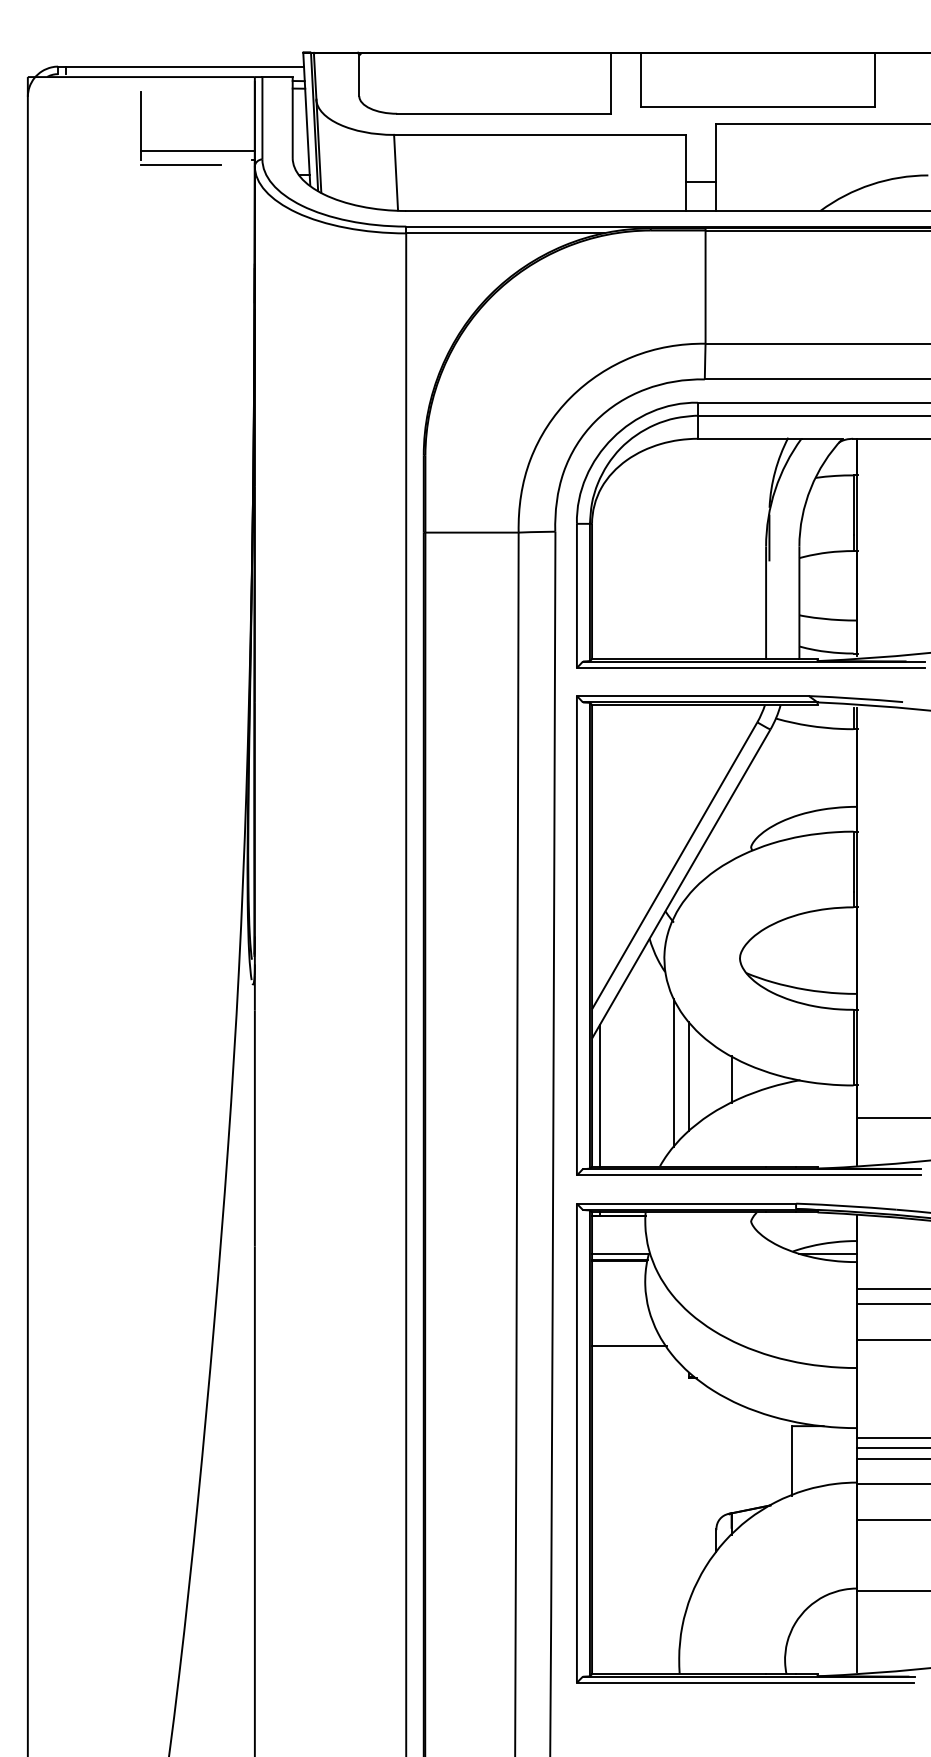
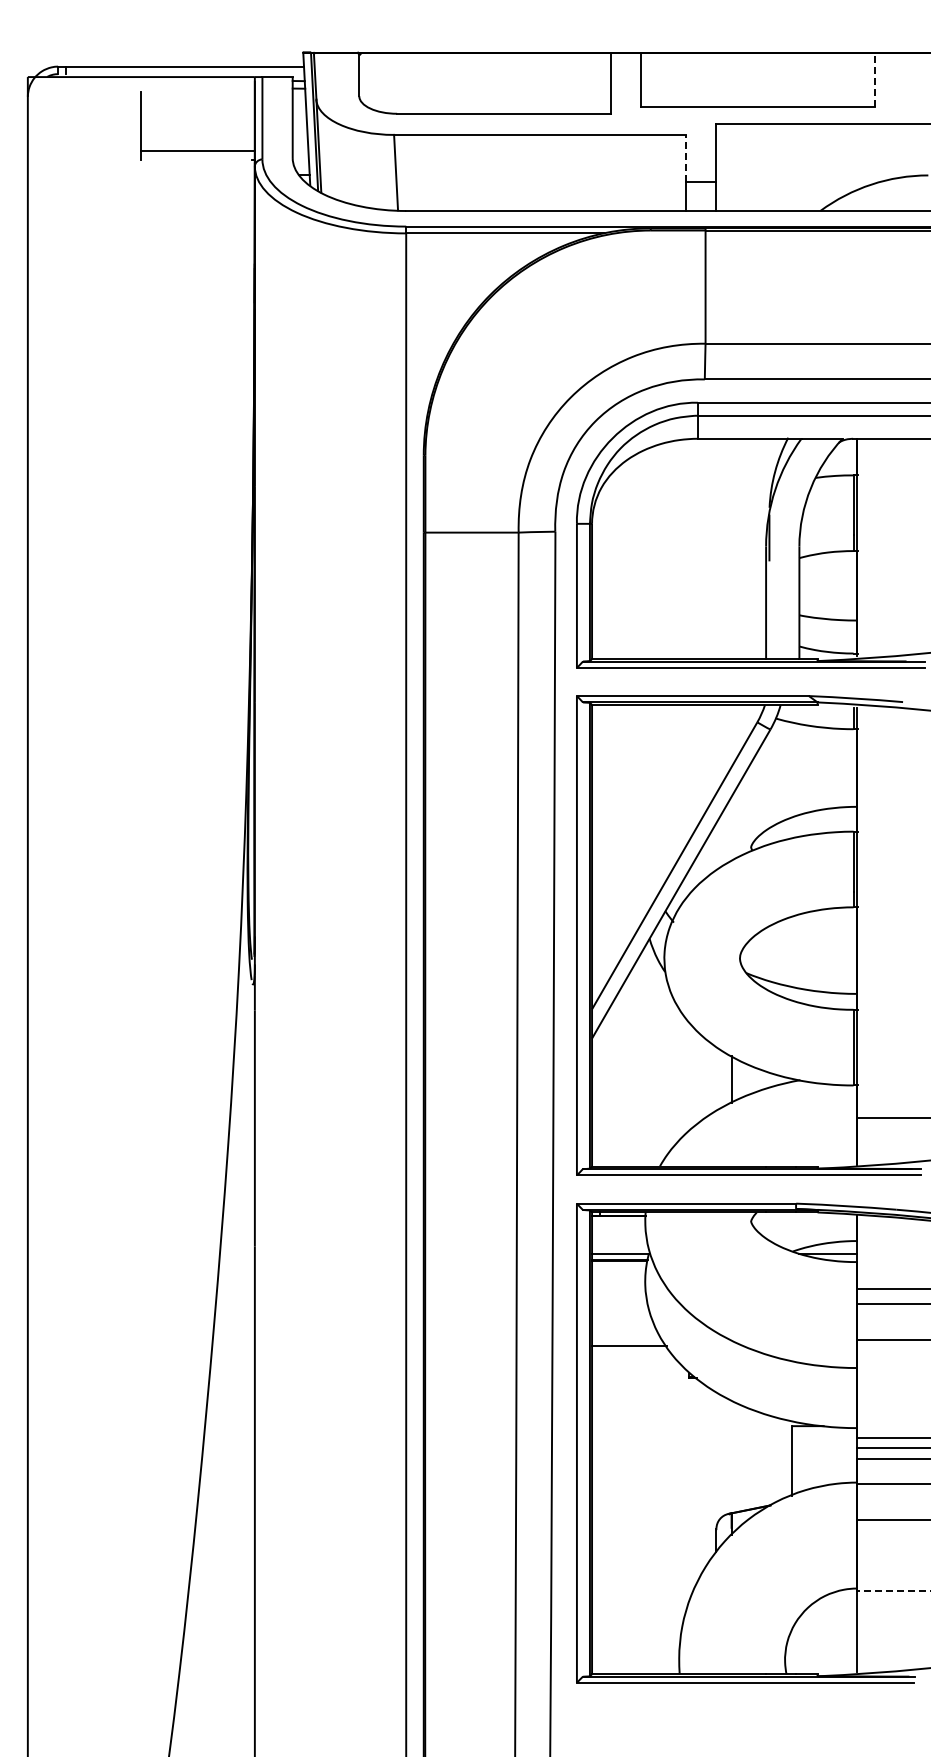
line at (875, 79): solid -> dashed
line at (686, 157): solid -> dashed
line at (180, 165): present -> none
line at (674, 1072): present -> none
line at (689, 1076): present -> none
line at (599, 1095): present -> none
line at (893, 1590): solid -> dashed
